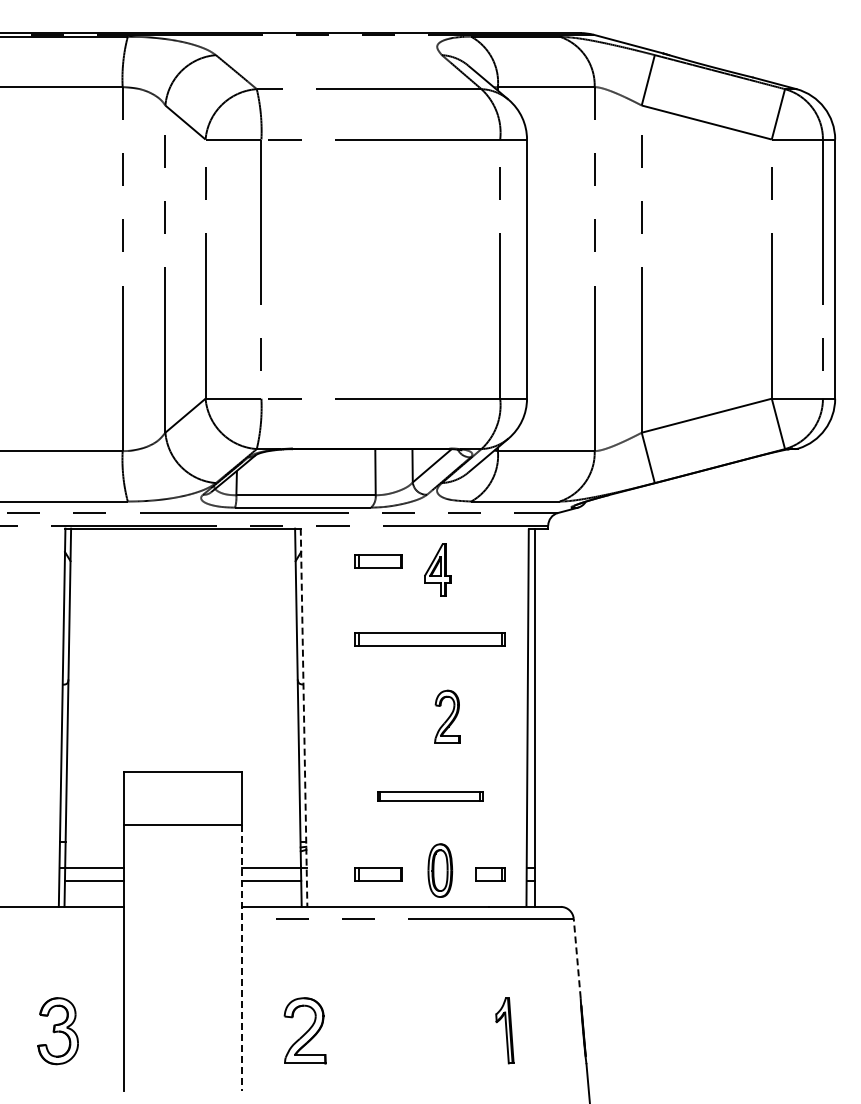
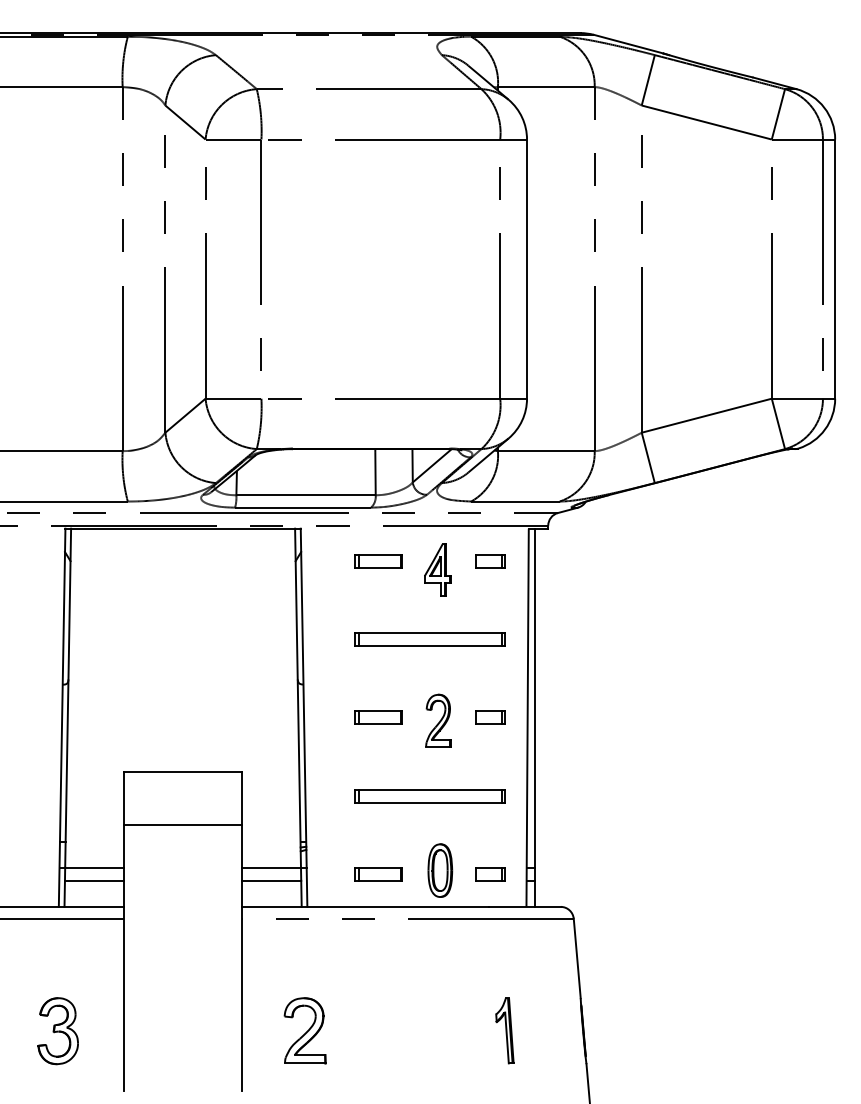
part at (490, 561): none -> present
part at (447, 716) position: (447, 716) -> (438, 720)
part at (378, 717): none -> present
part at (490, 717): none -> present
line at (304, 718): dashed -> solid
part at (430, 796) size: 107x11 px -> 152x15 px
line at (63, 918): none -> present
line at (241, 958): dashed -> solid
line at (577, 958): dashed -> solid
